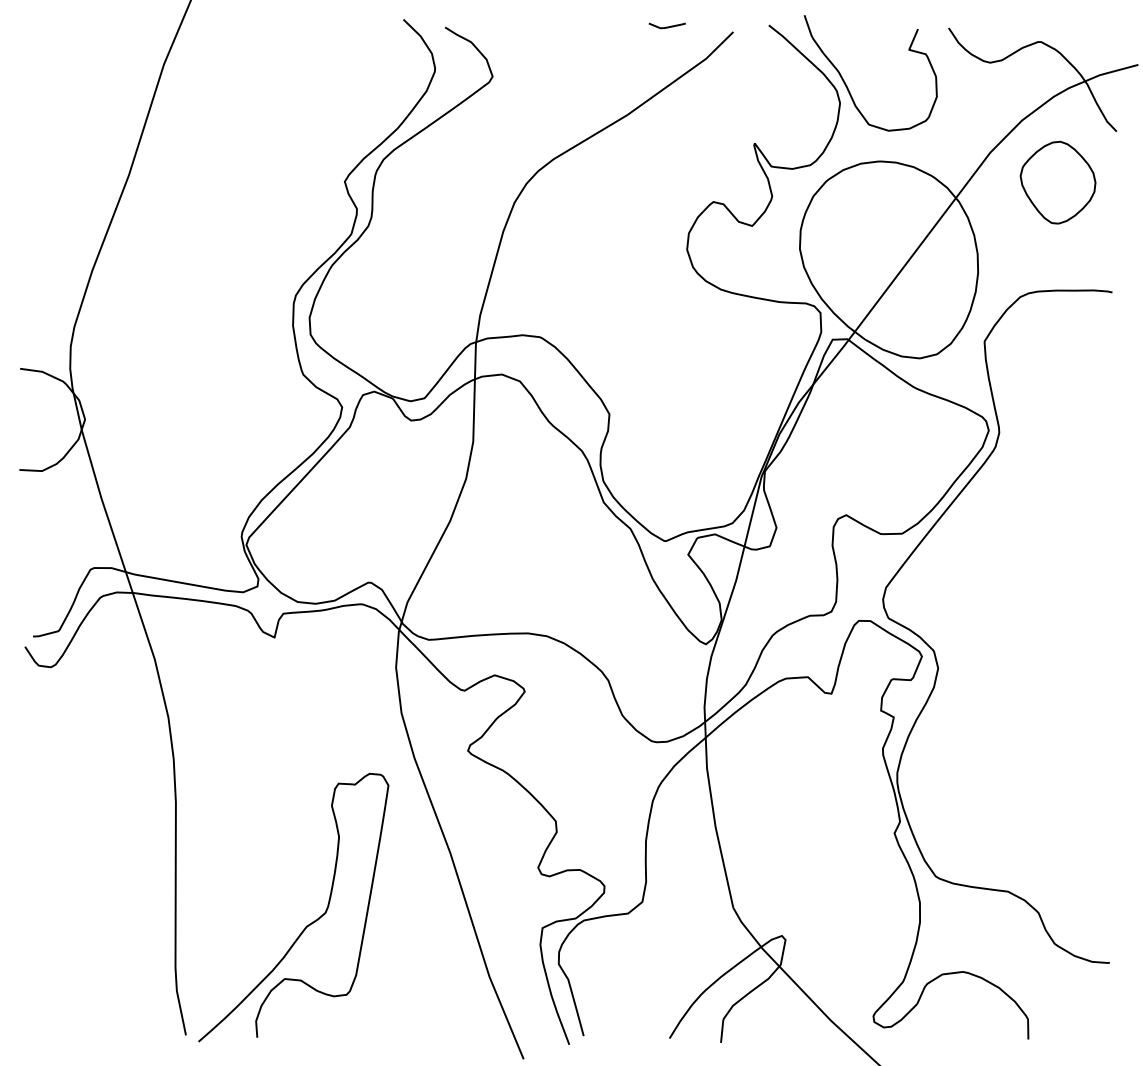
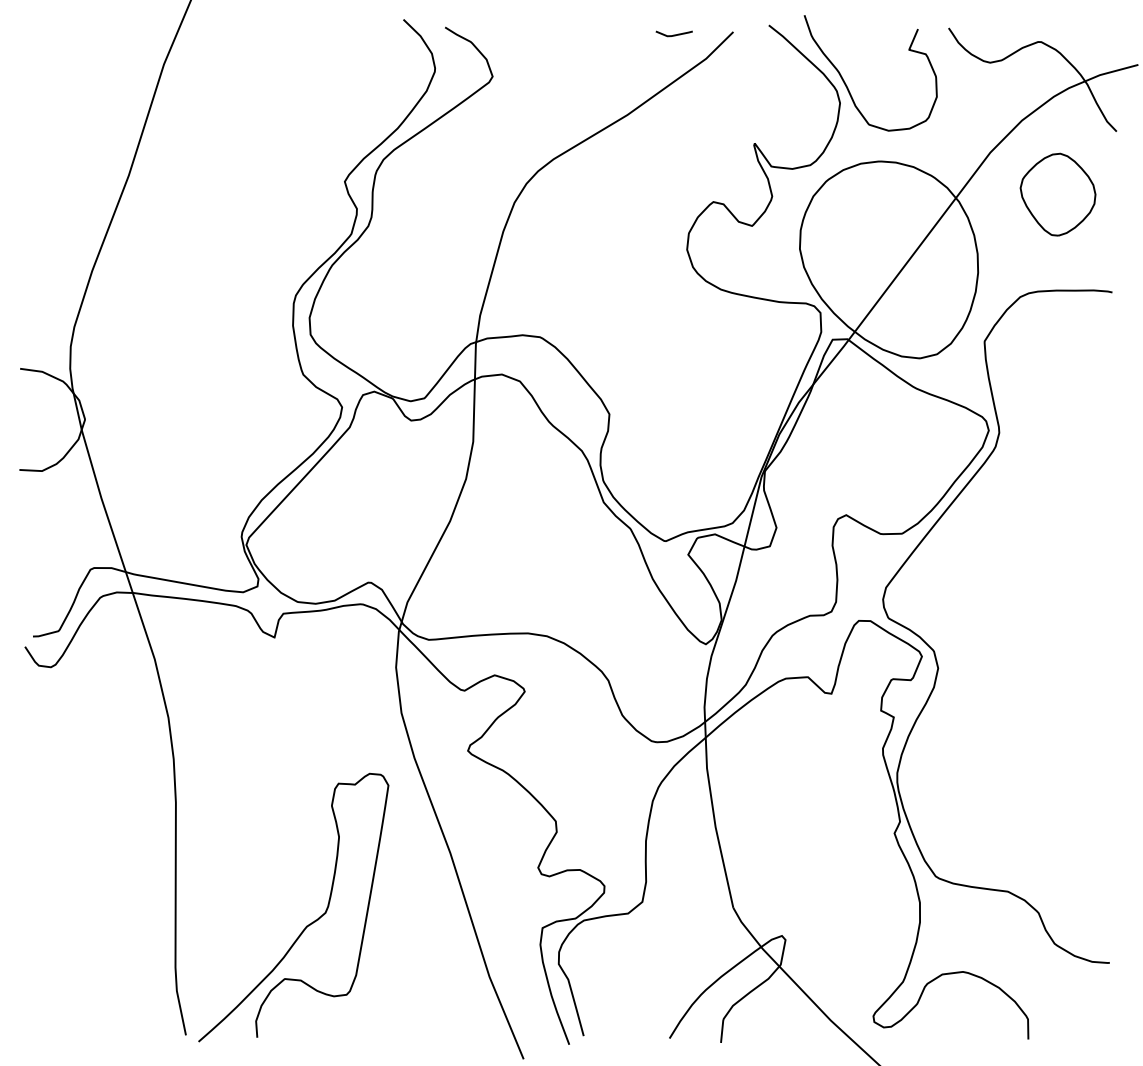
line at (666, 26) position: (666, 26) -> (673, 34)
part at (1057, 182) position: (1057, 182) -> (1057, 194)
